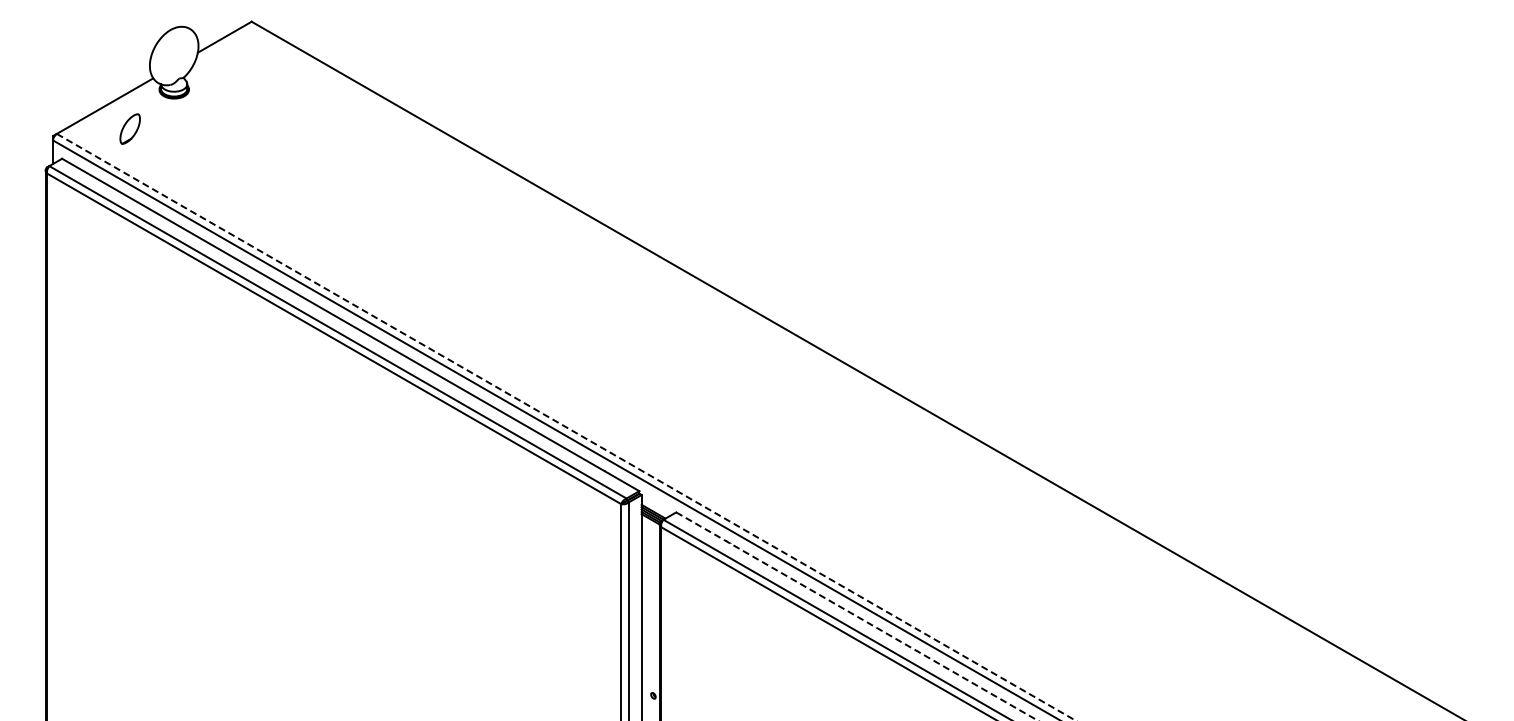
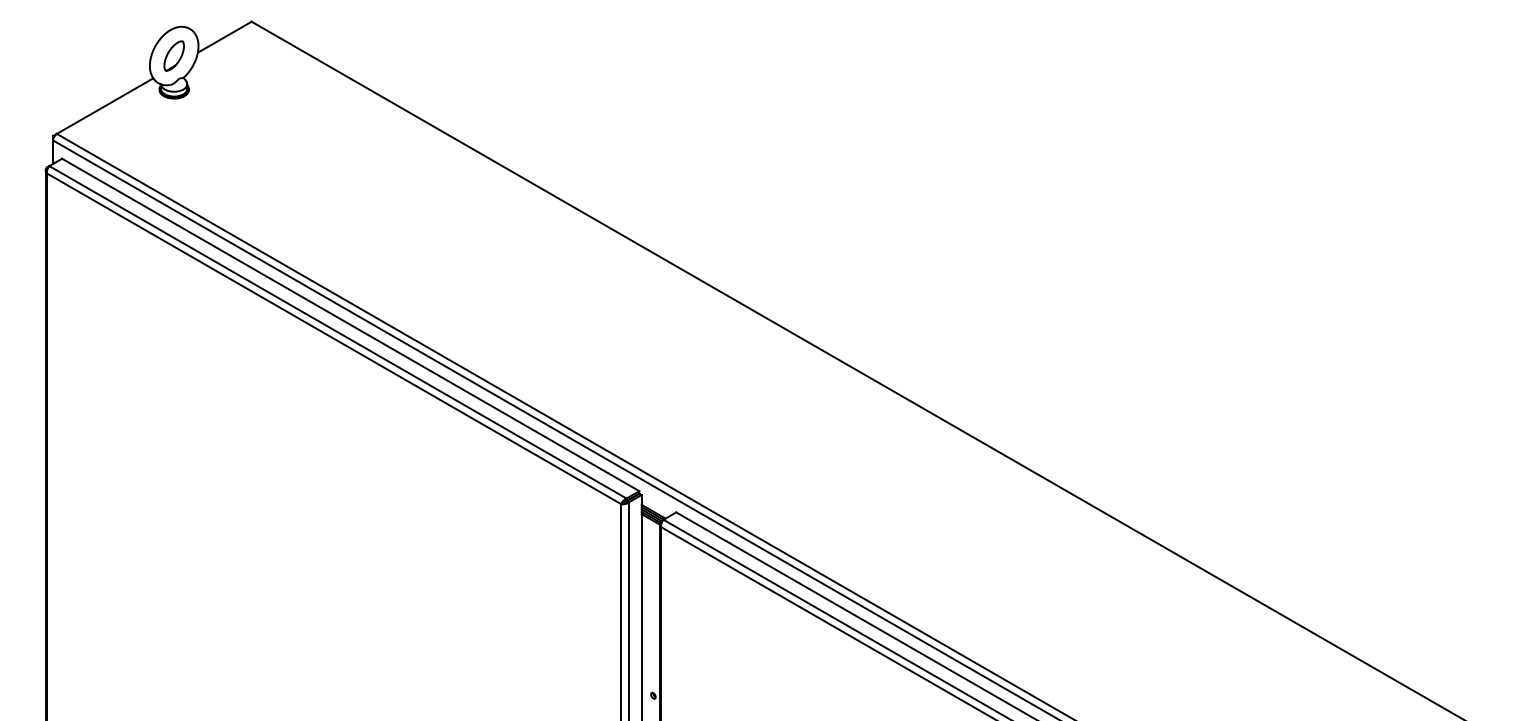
part at (129, 128) position: (129, 128) -> (173, 55)
line at (567, 427): dashed -> solid
line at (857, 616): dashed -> solid
